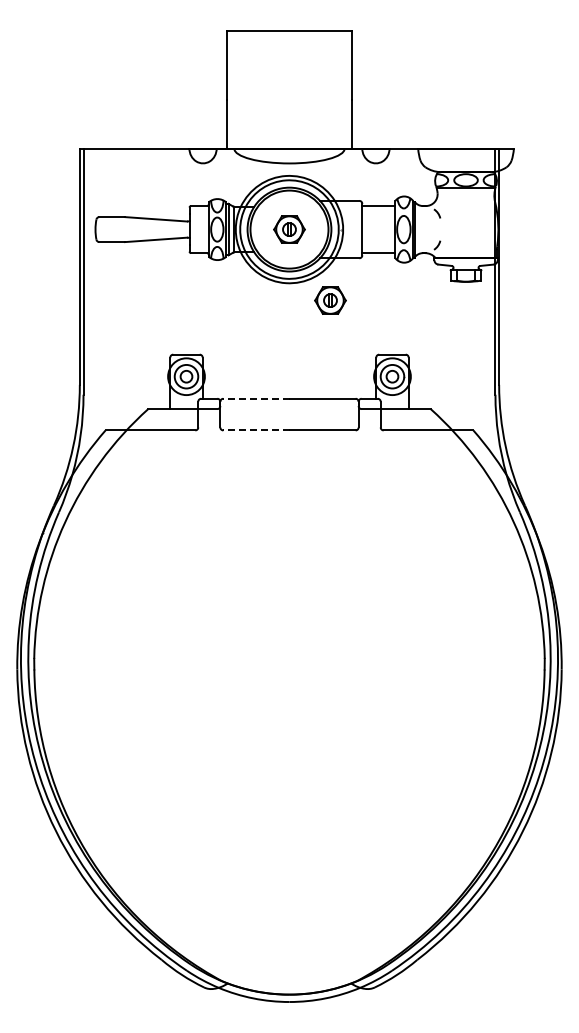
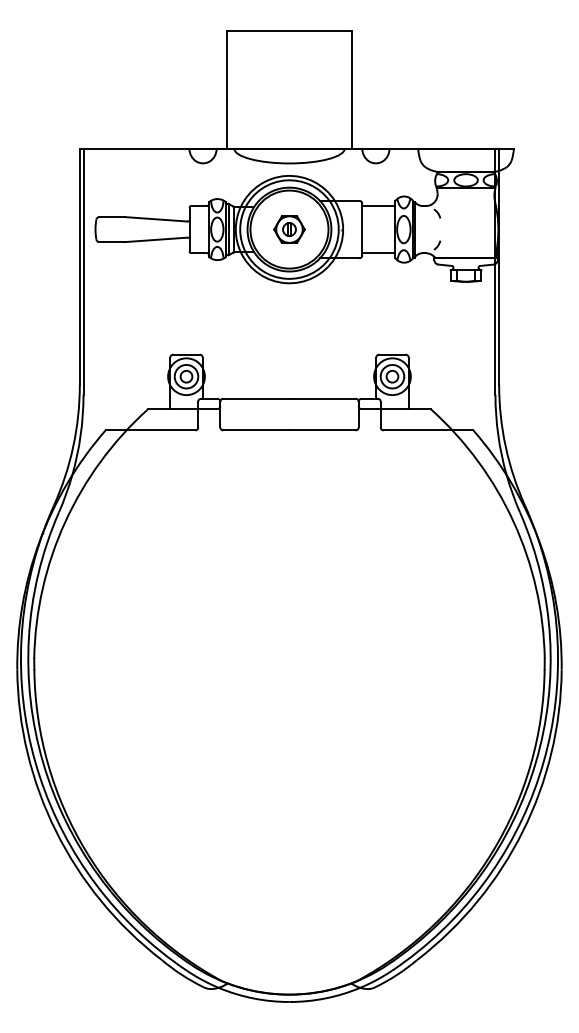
part at (330, 300): present -> none
line at (255, 398): dashed -> solid
line at (255, 430): dashed -> solid
